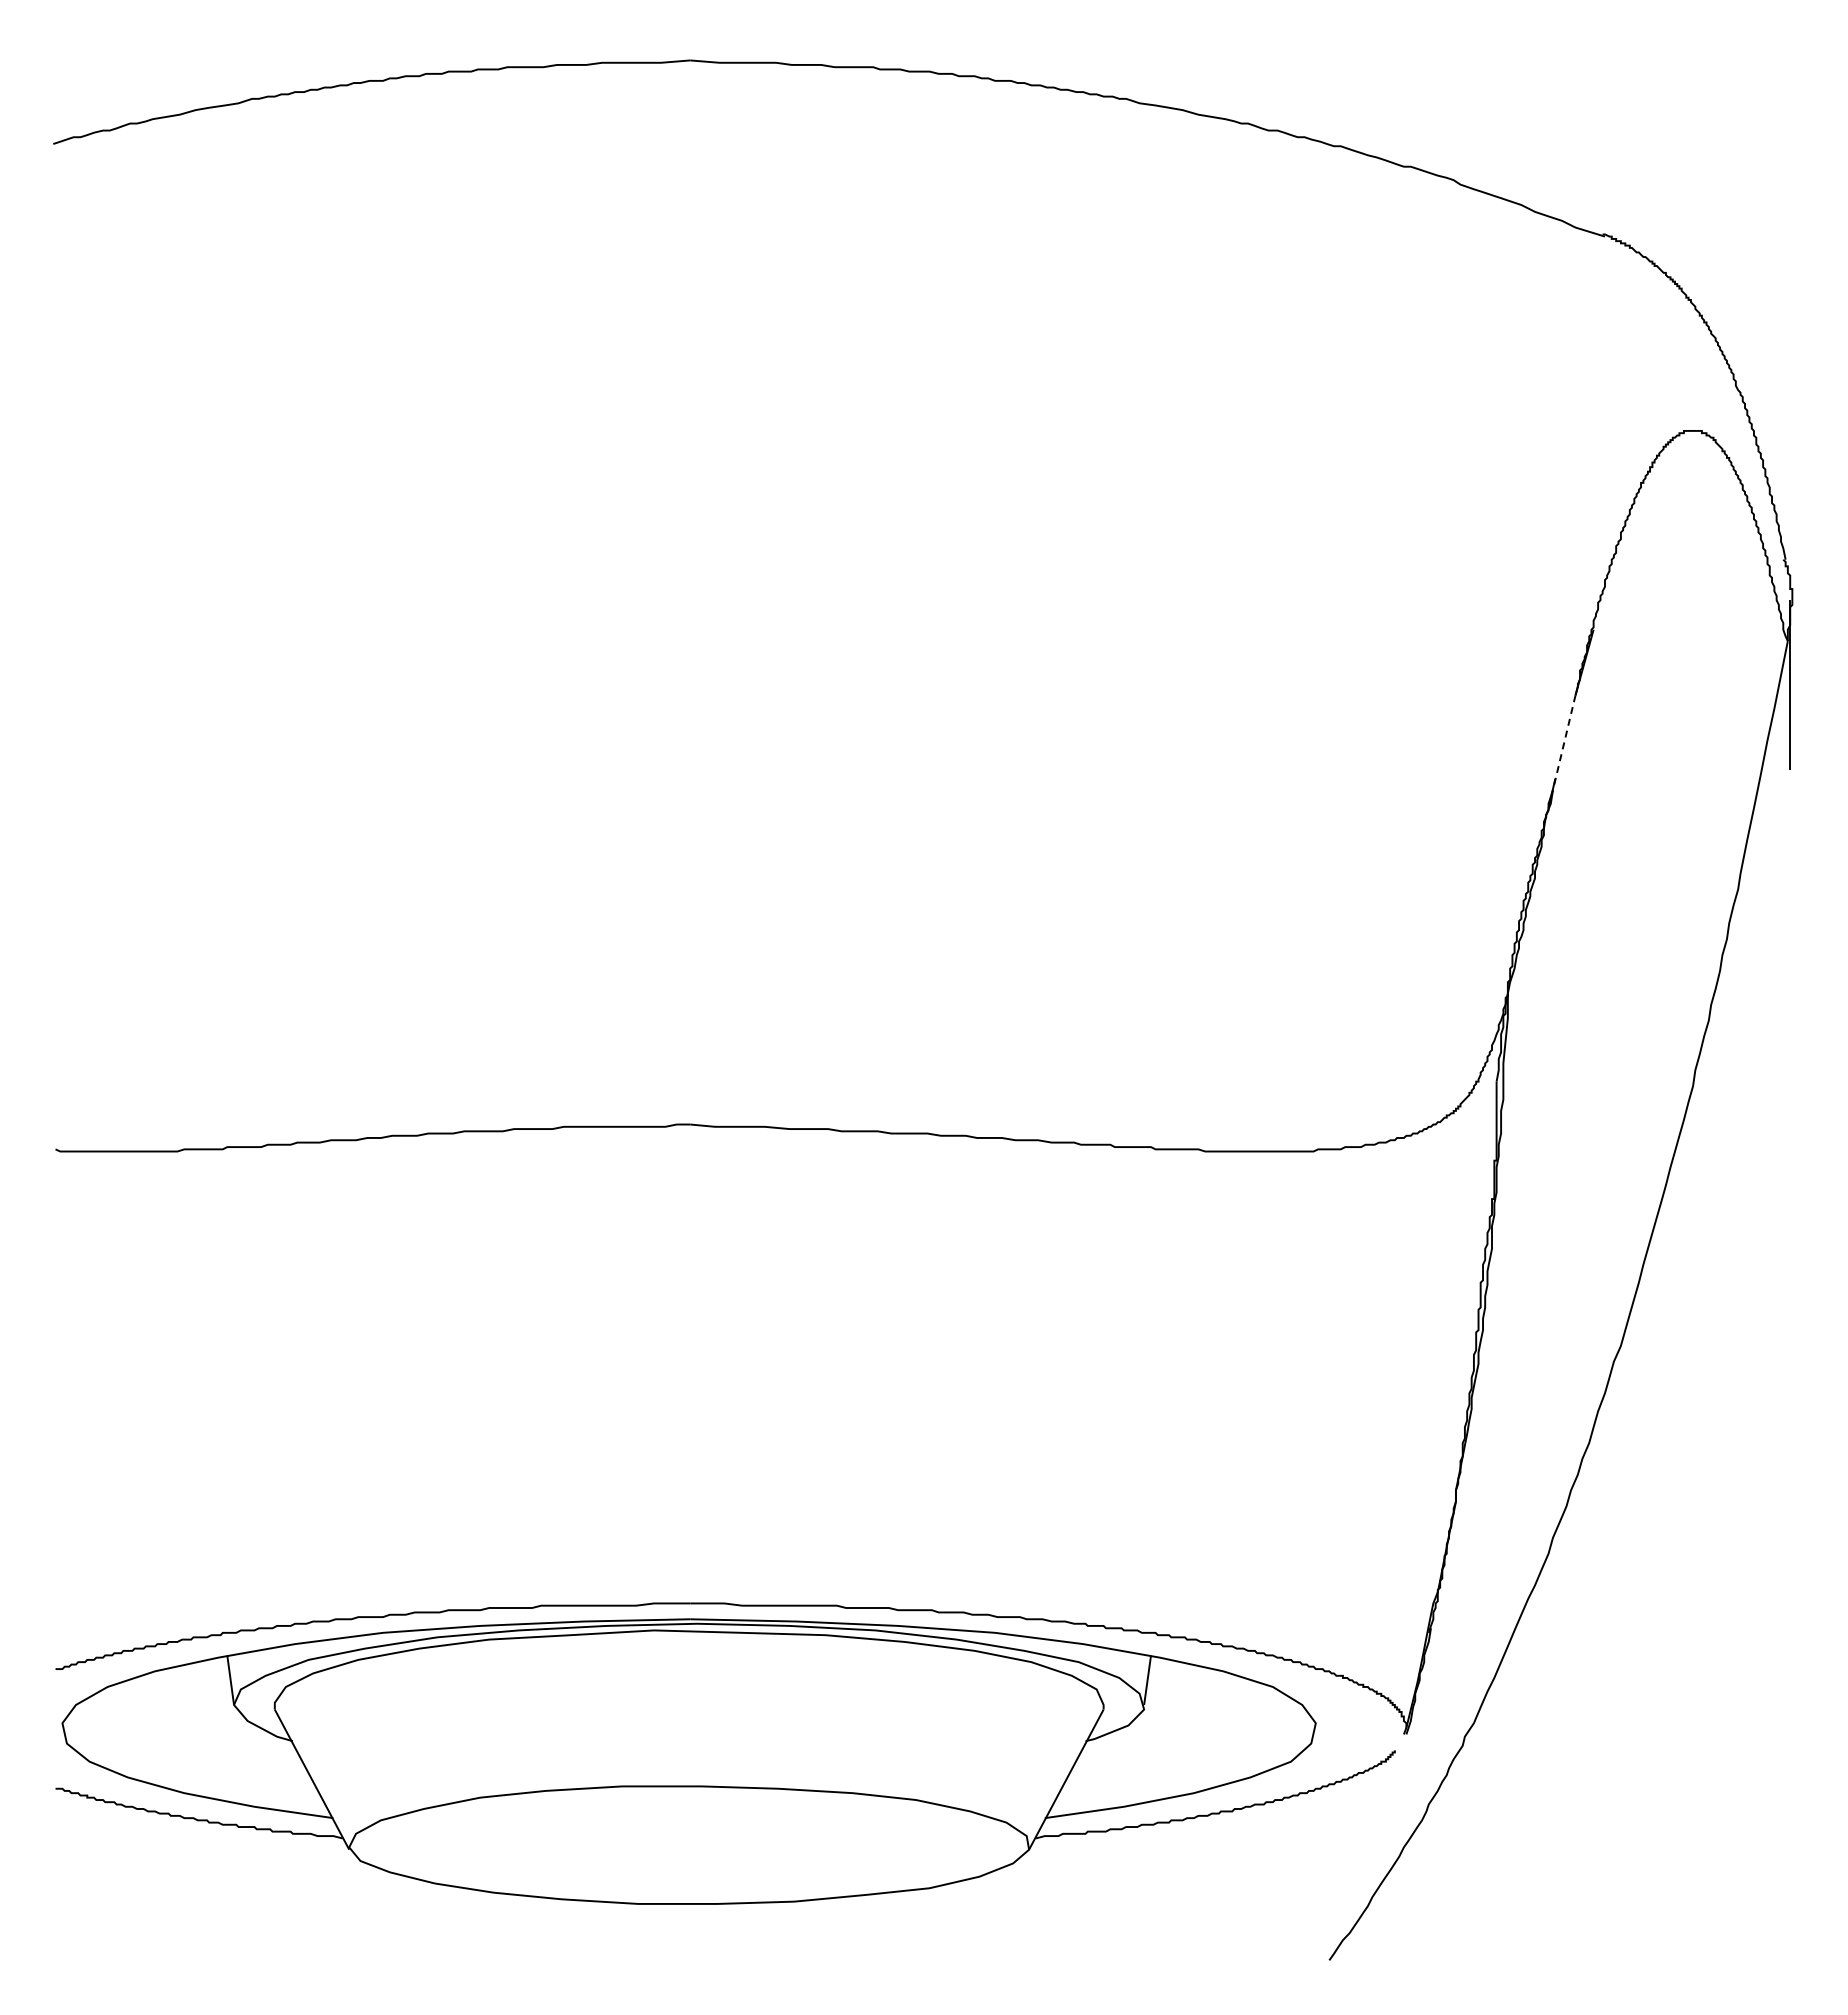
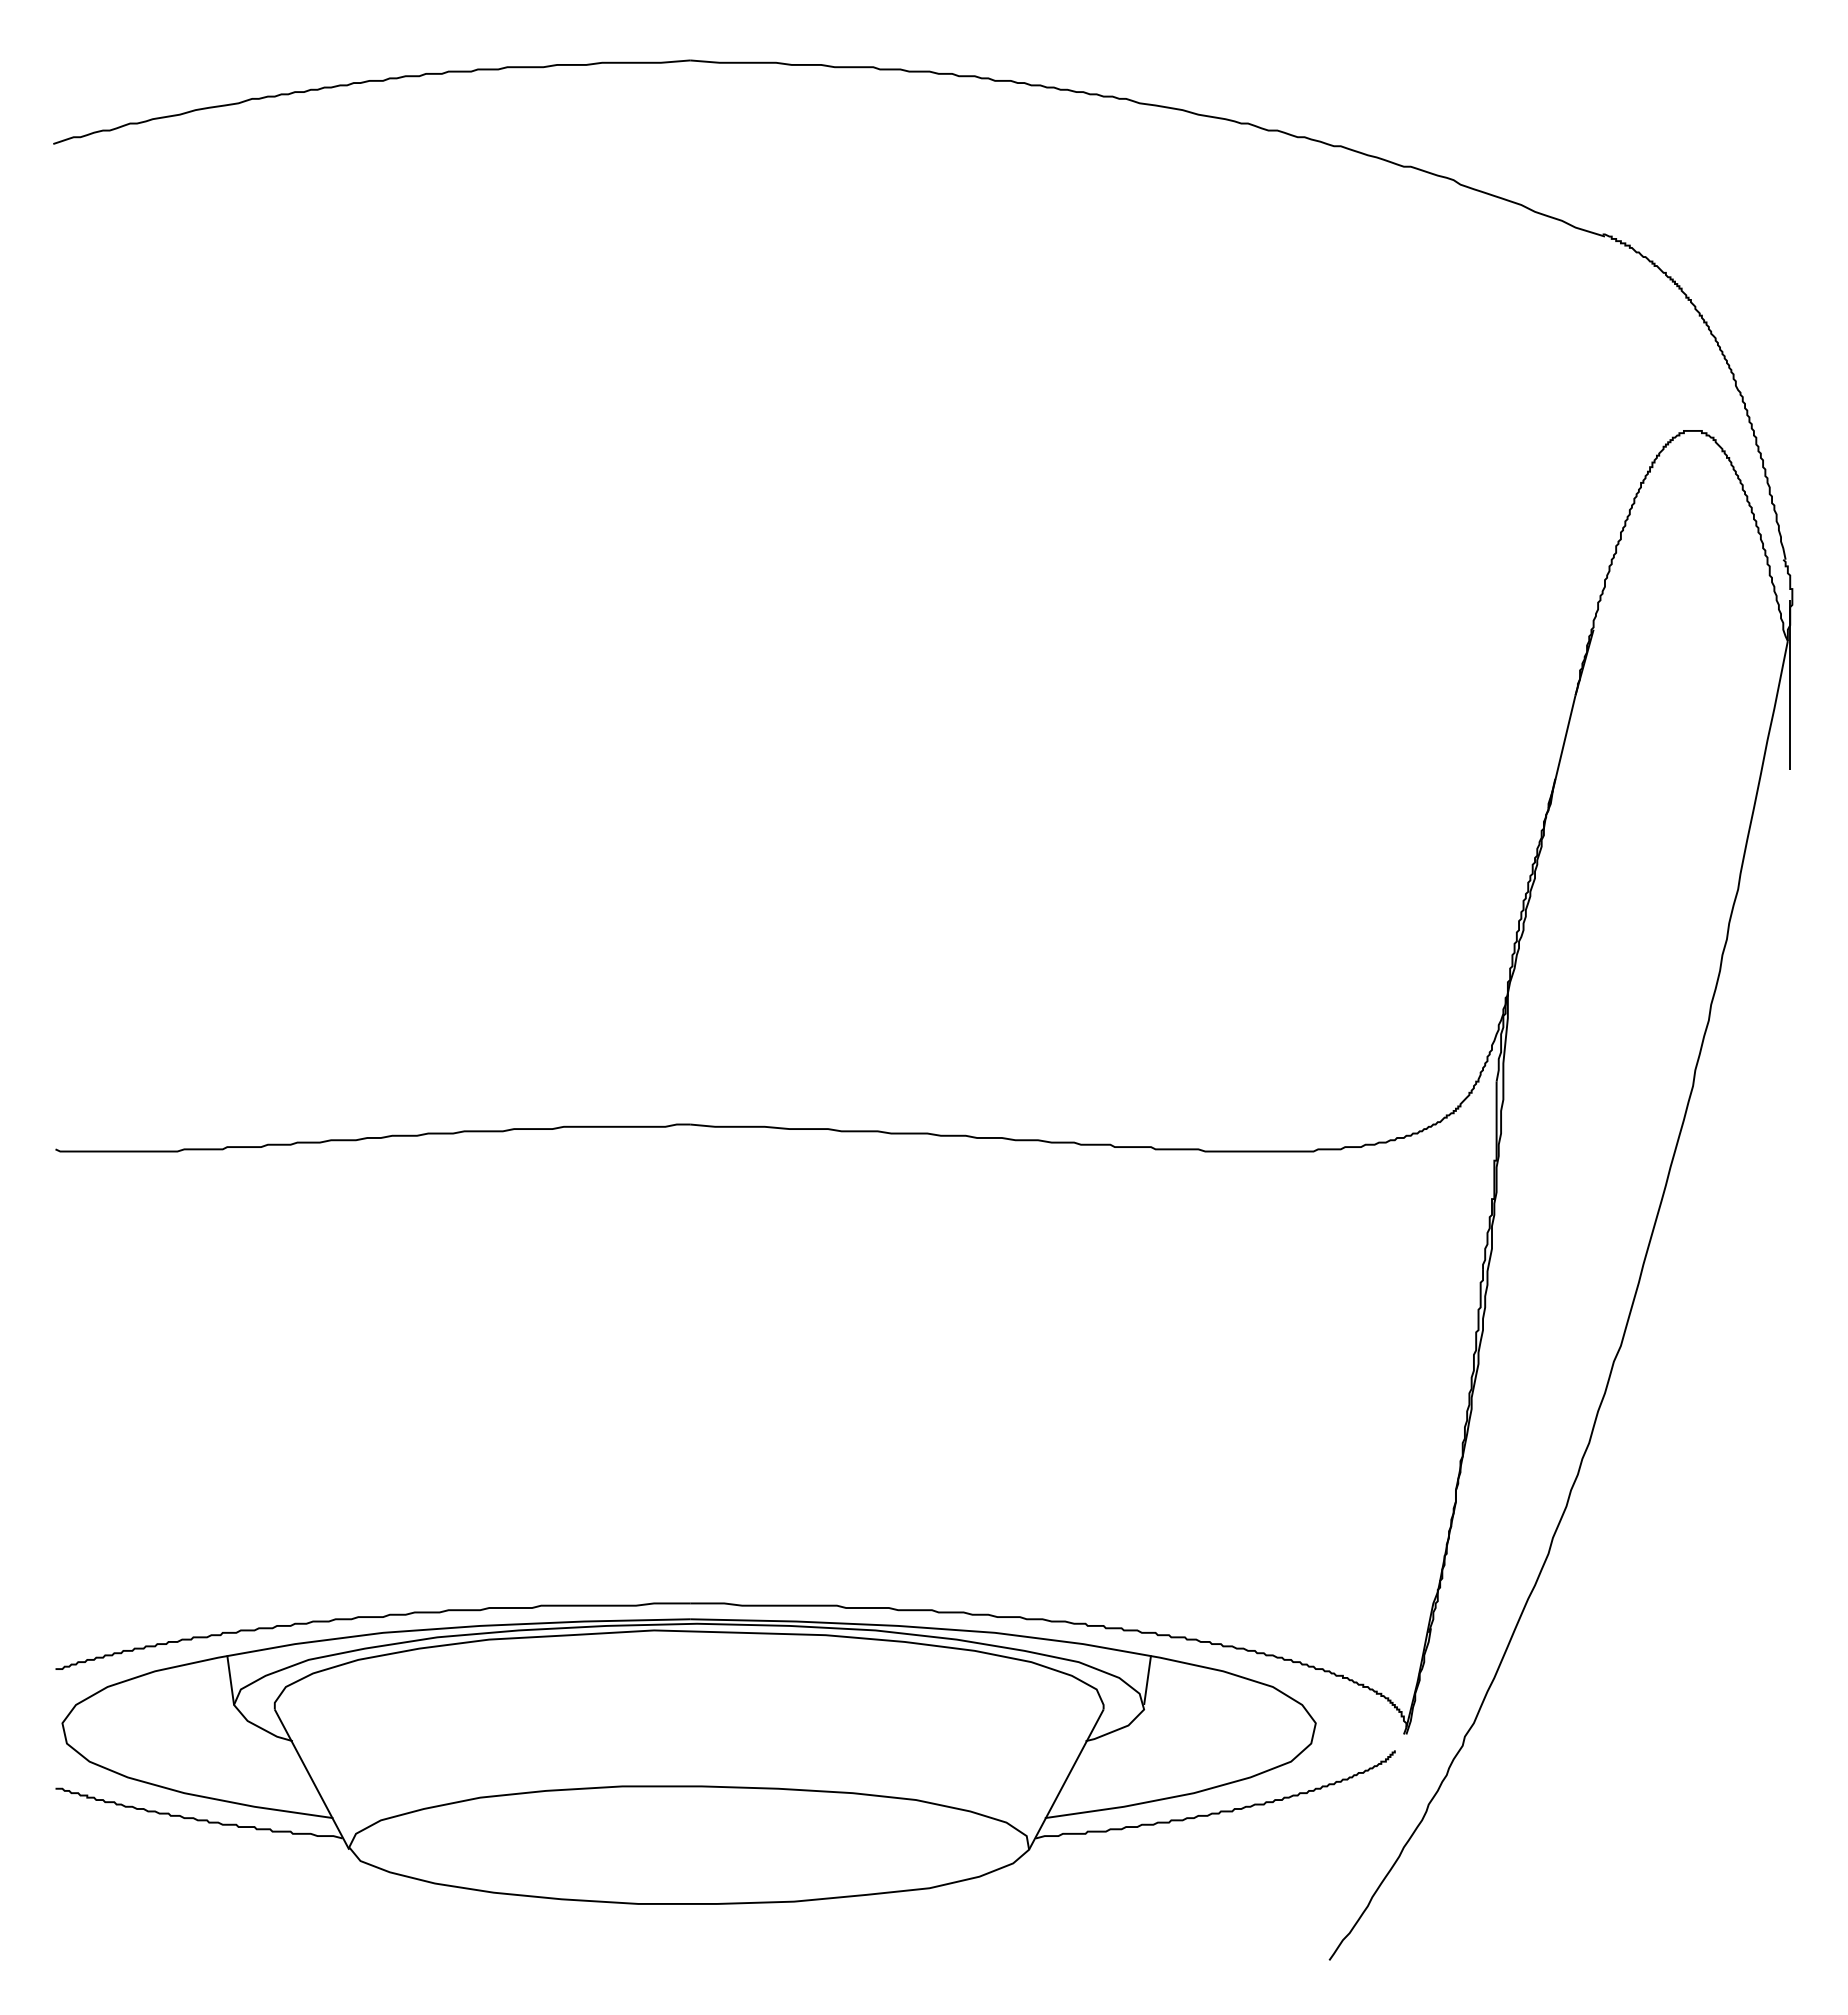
line at (1564, 742): dashed -> solid
